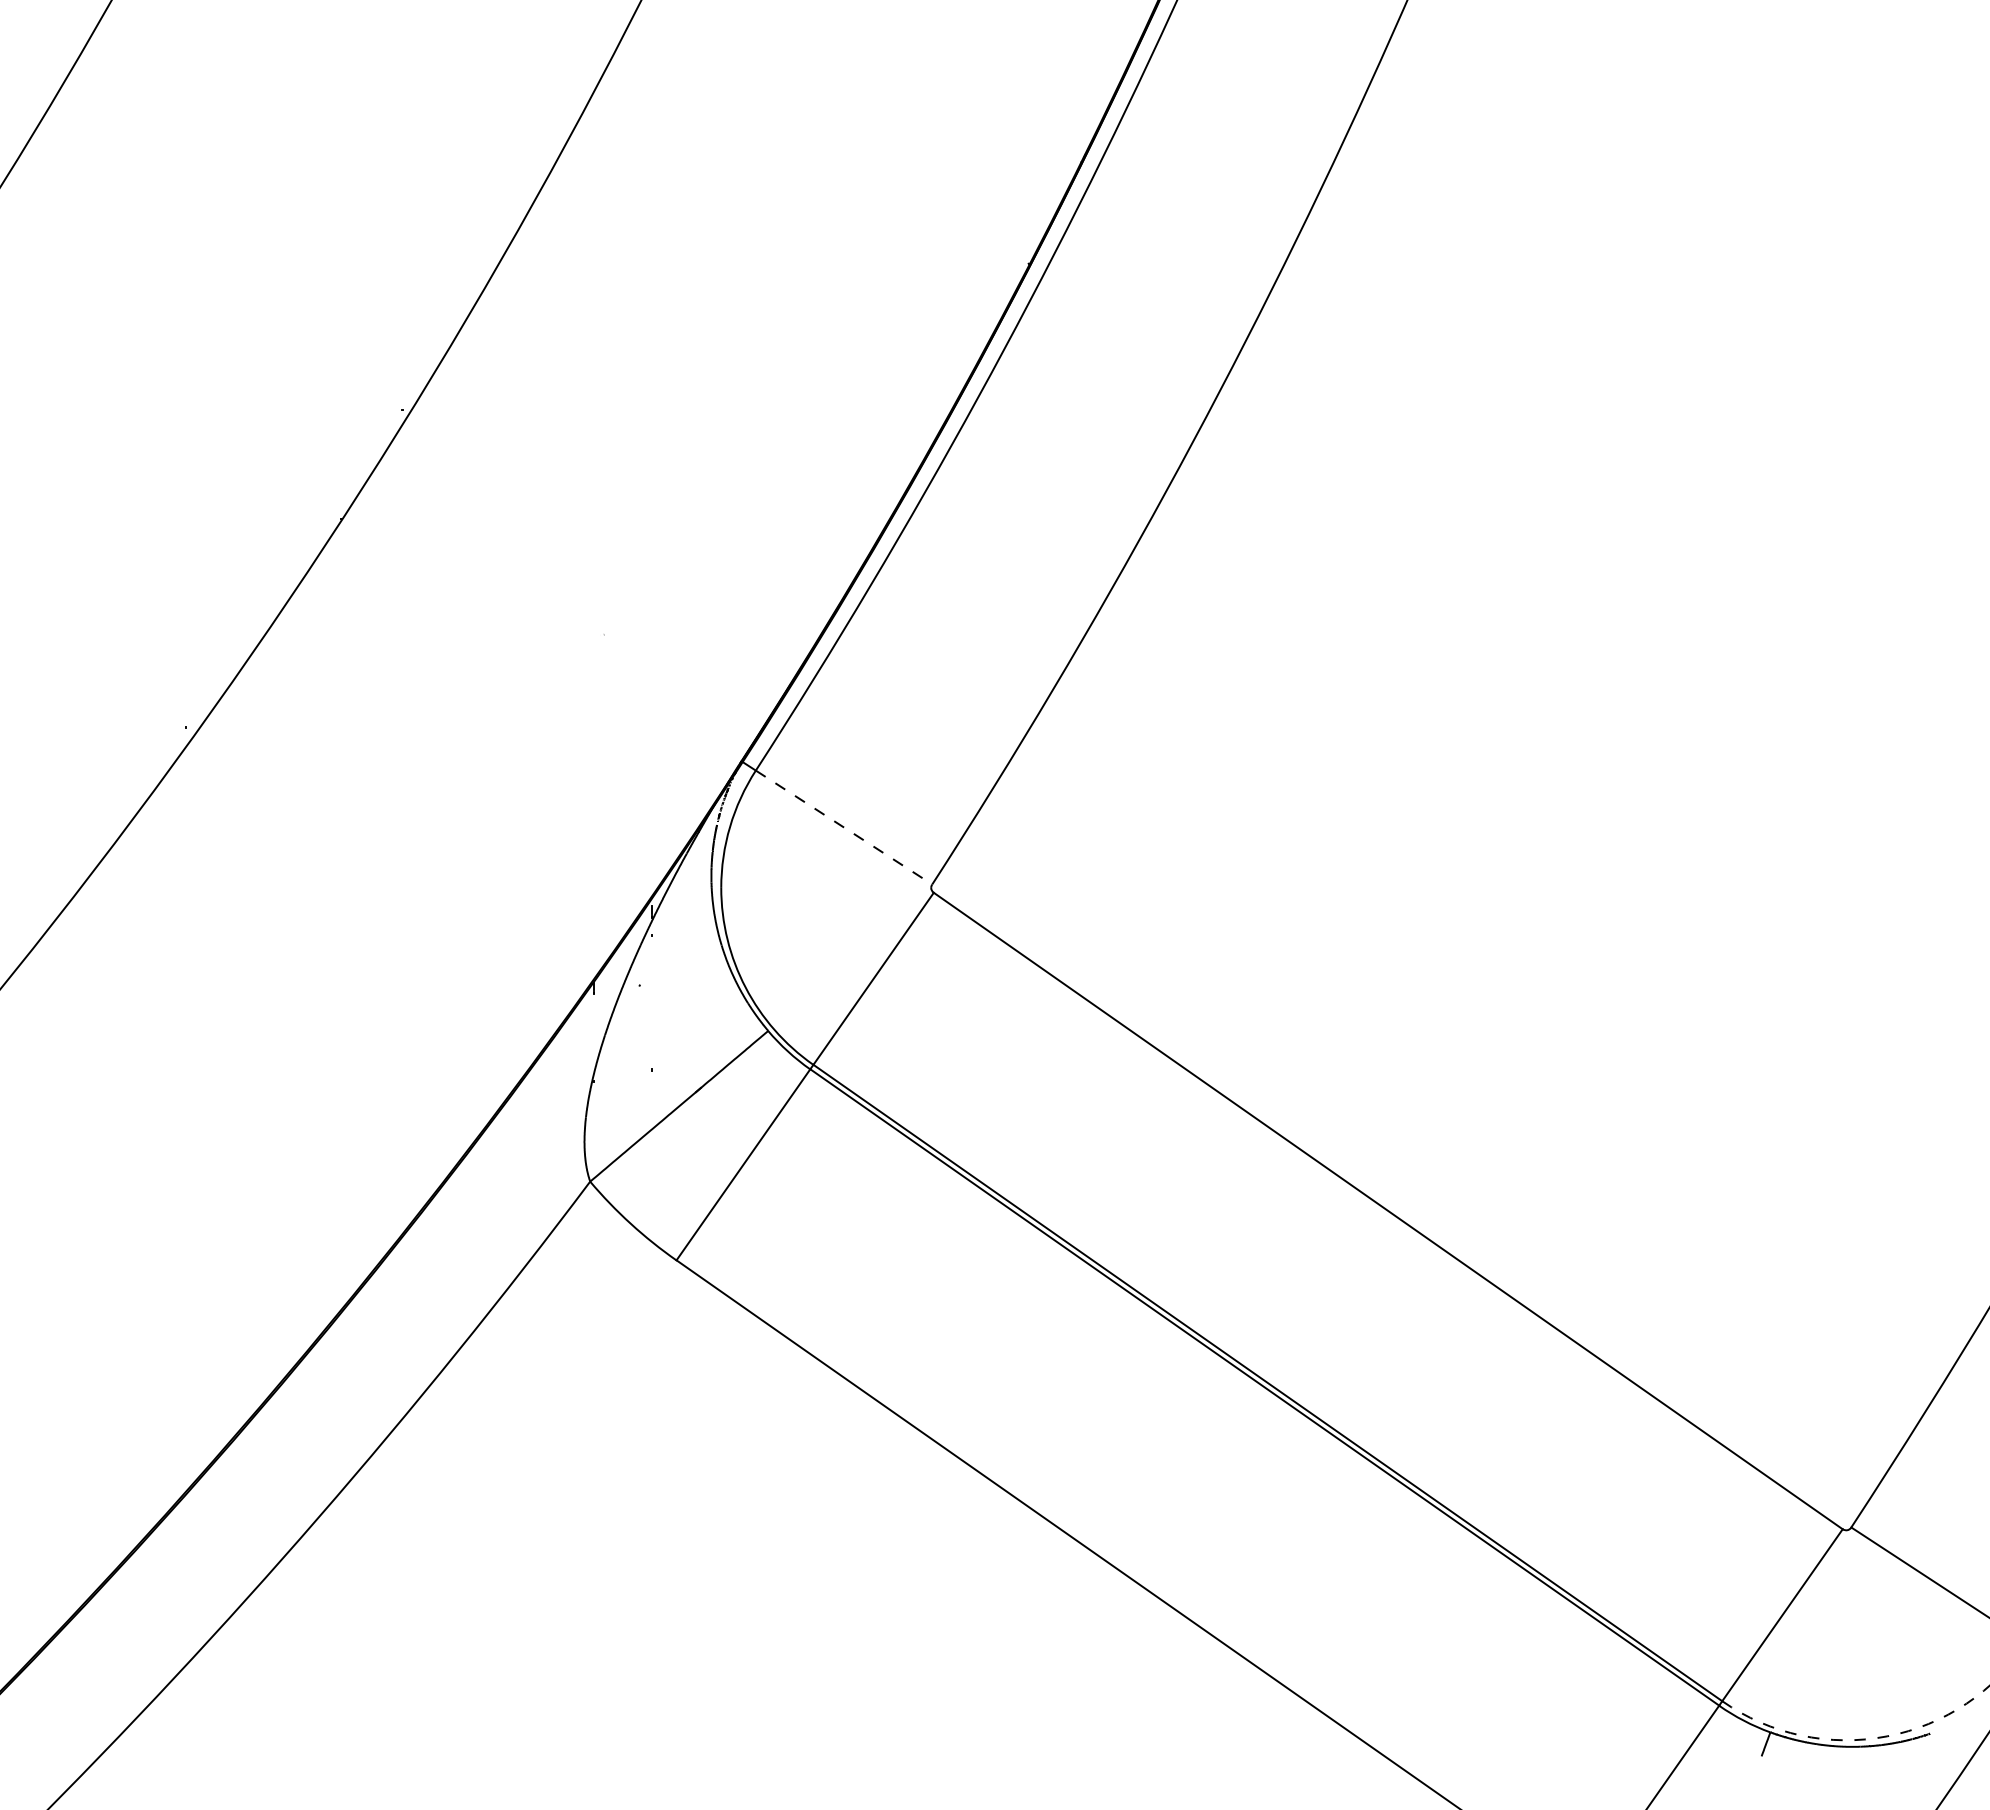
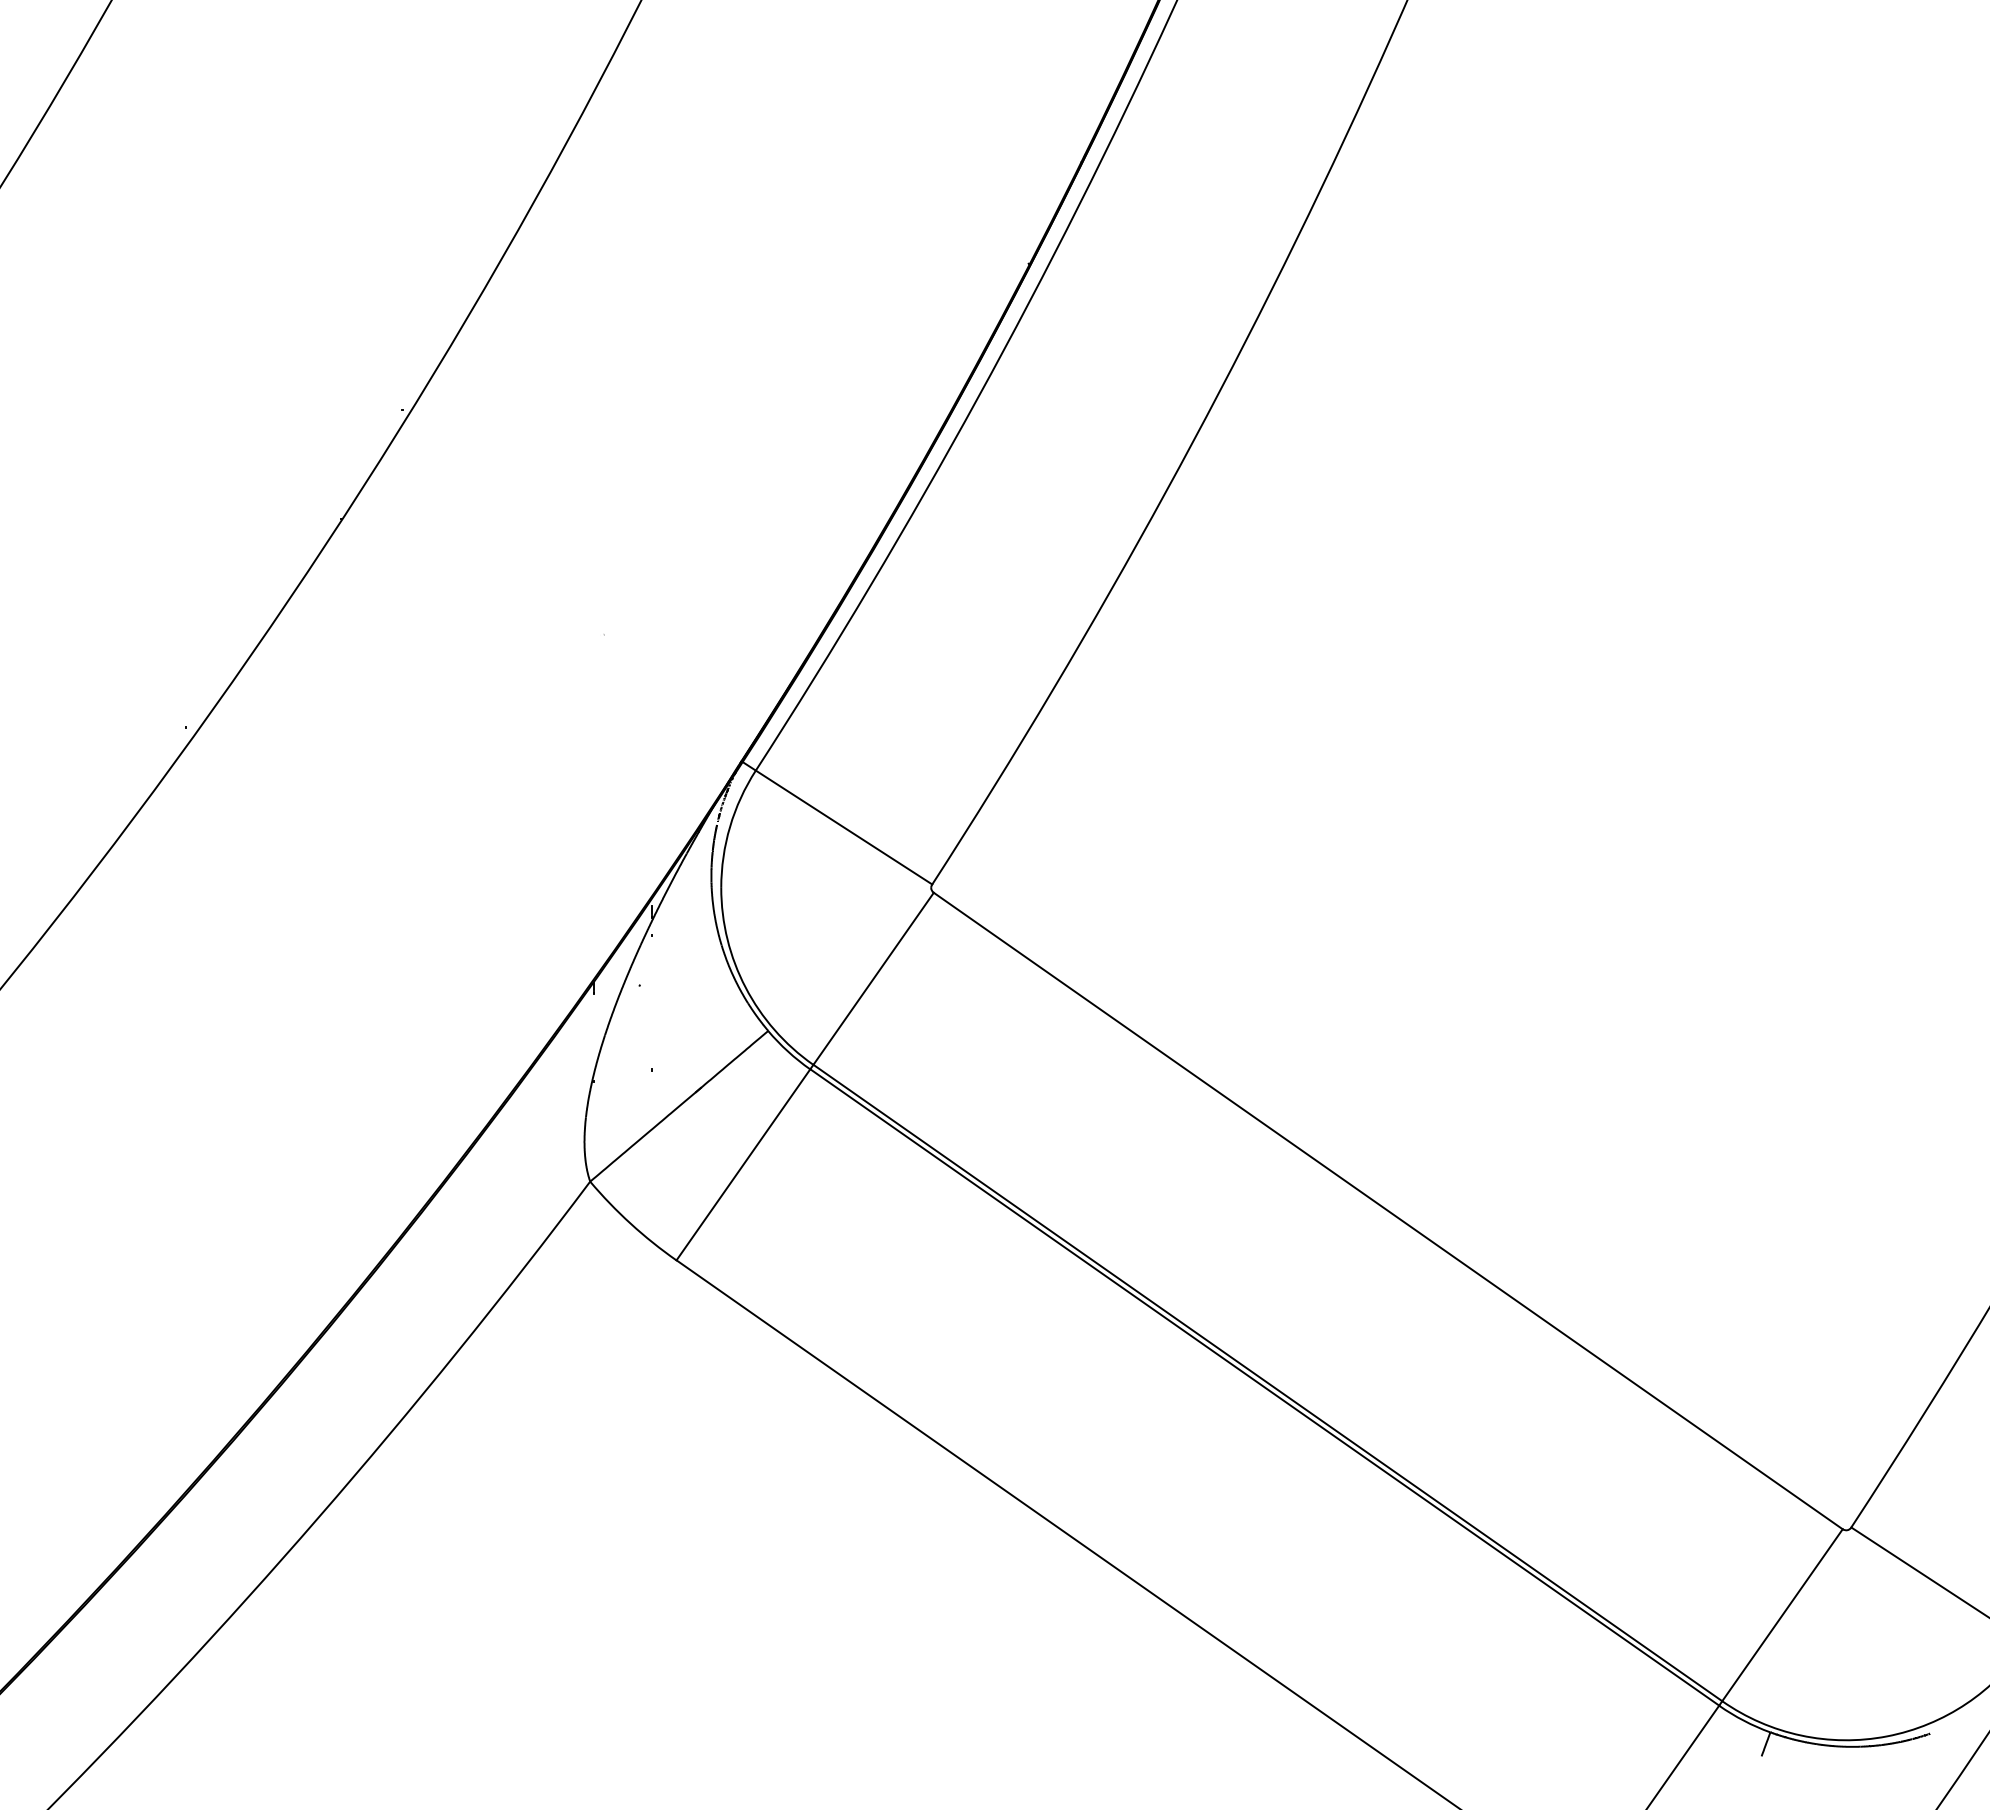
line at (844, 827): dashed -> solid
arc at (1858, 1739): dashed -> solid
